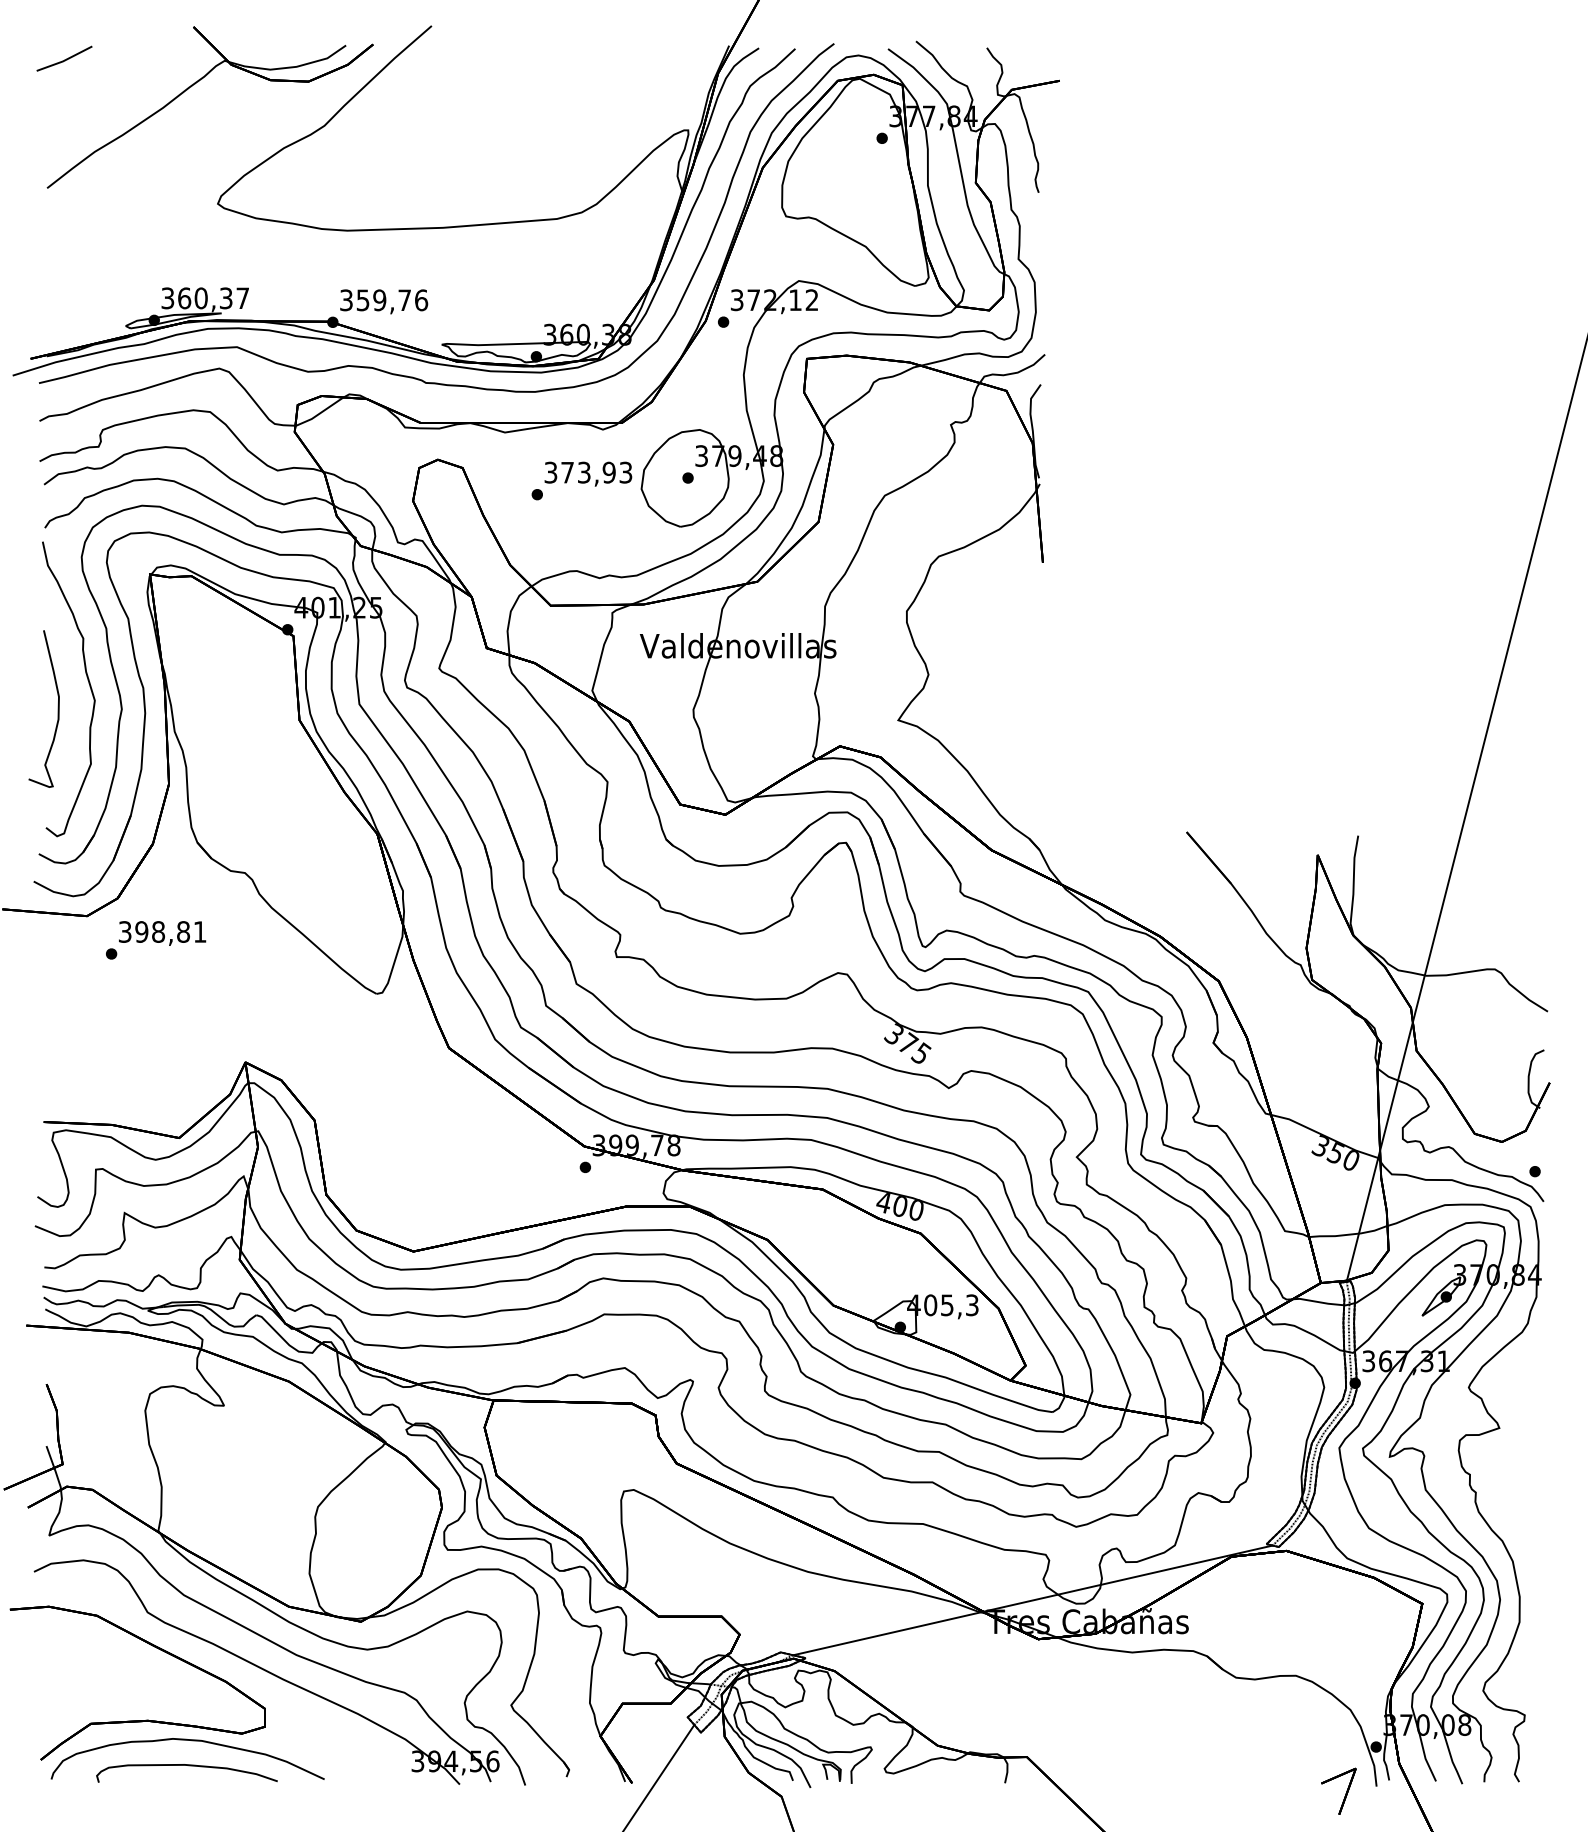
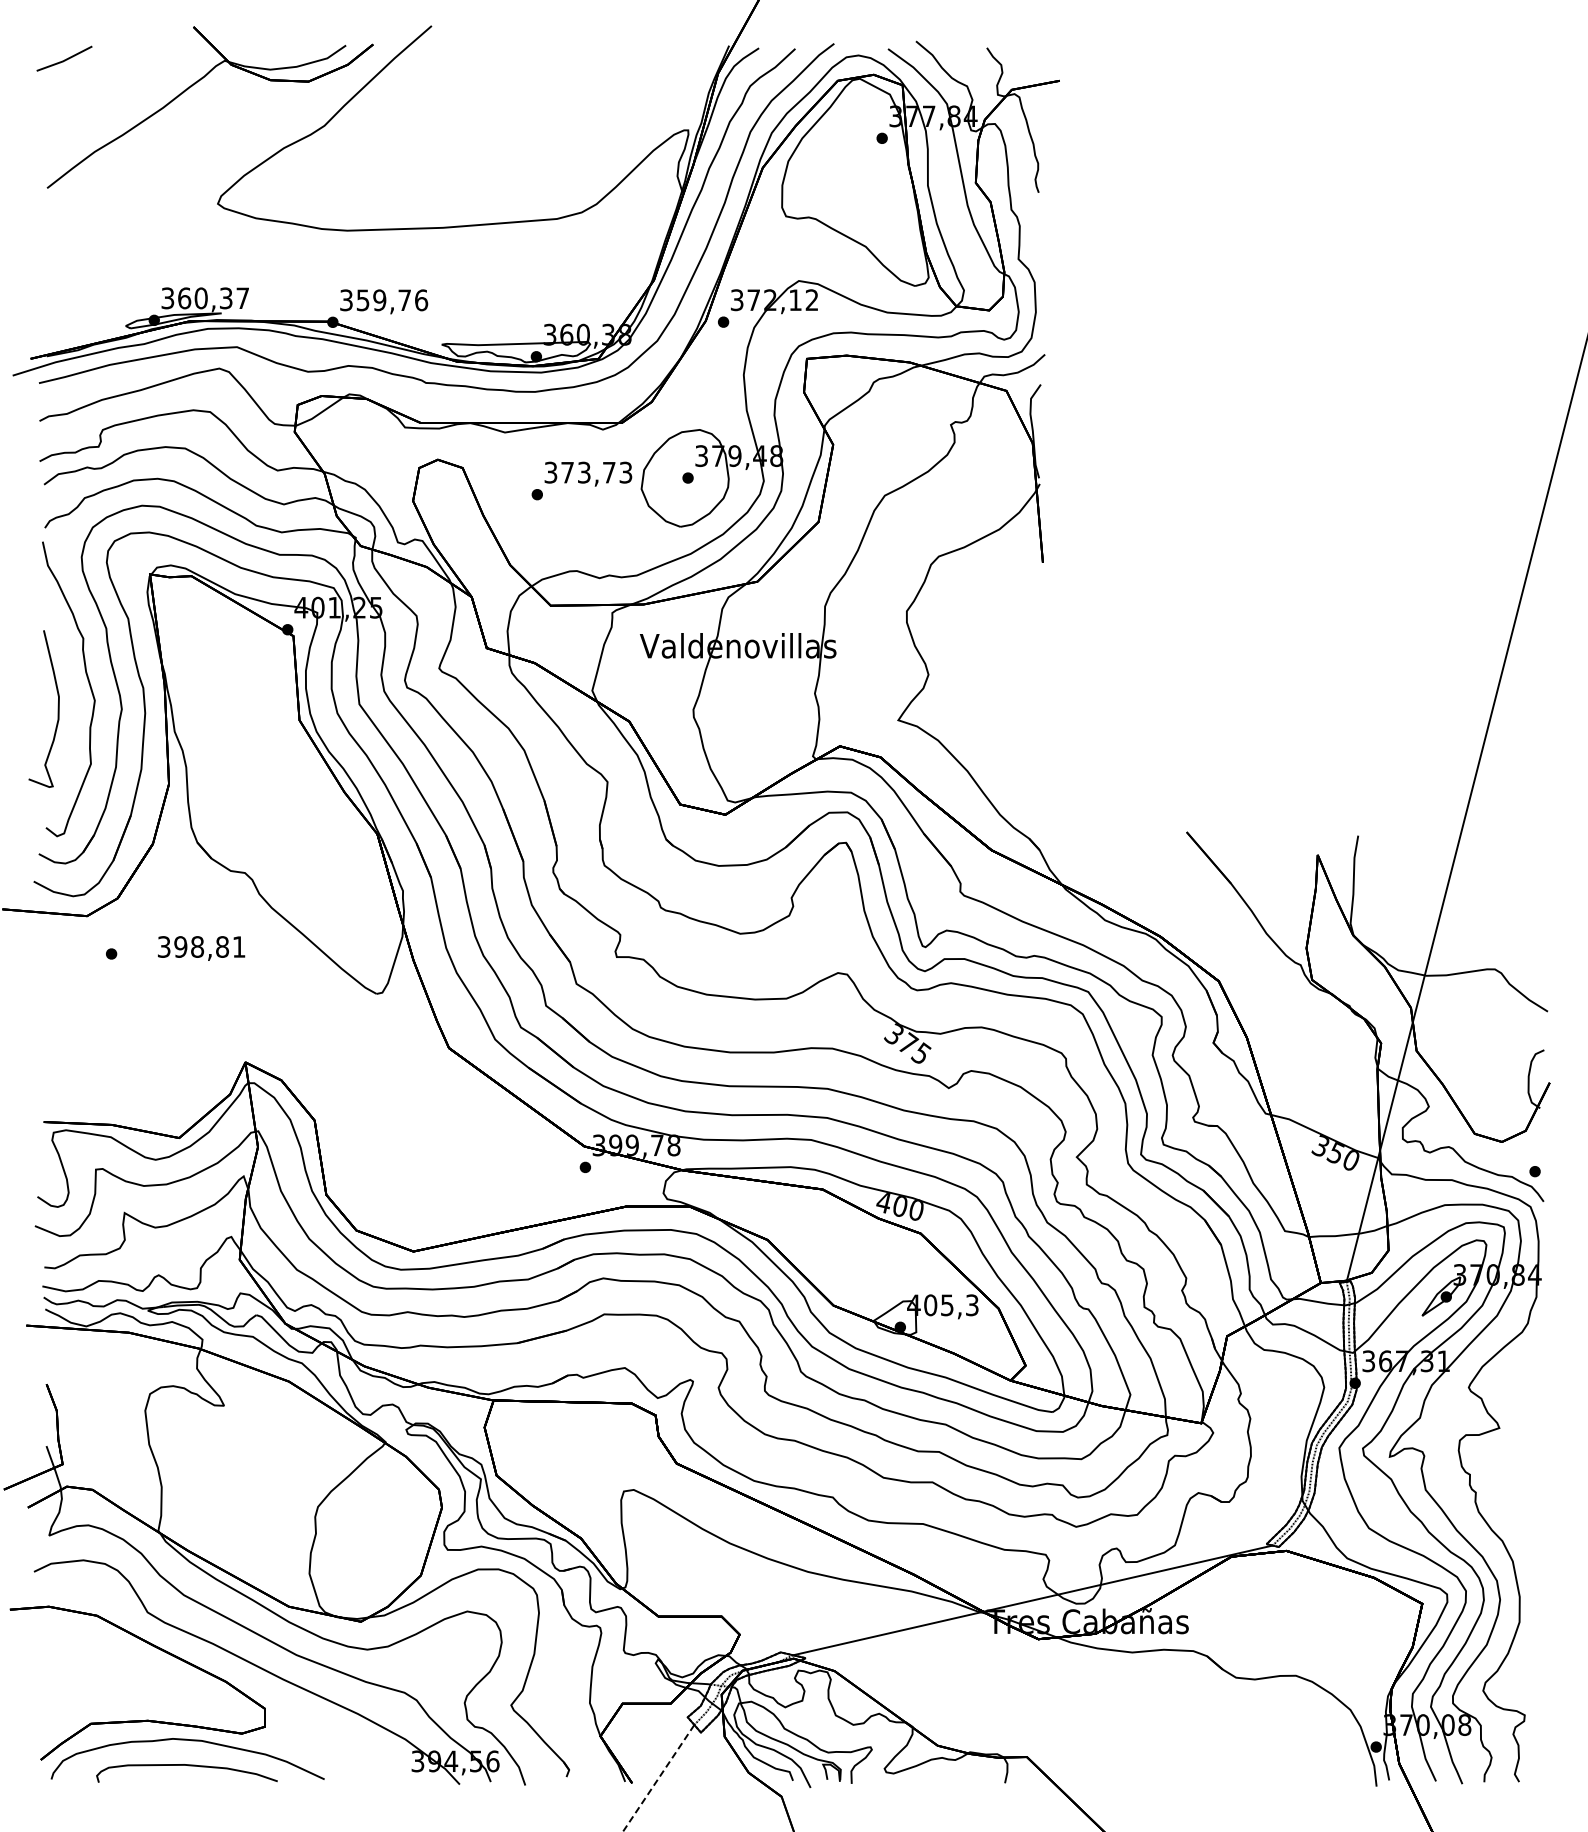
text at (608, 472): 373,93 -> 373,73
text at (162, 933) position: (162, 933) -> (201, 948)
line at (658, 1778): solid -> dashed
part at (1345, 1793): present -> none
